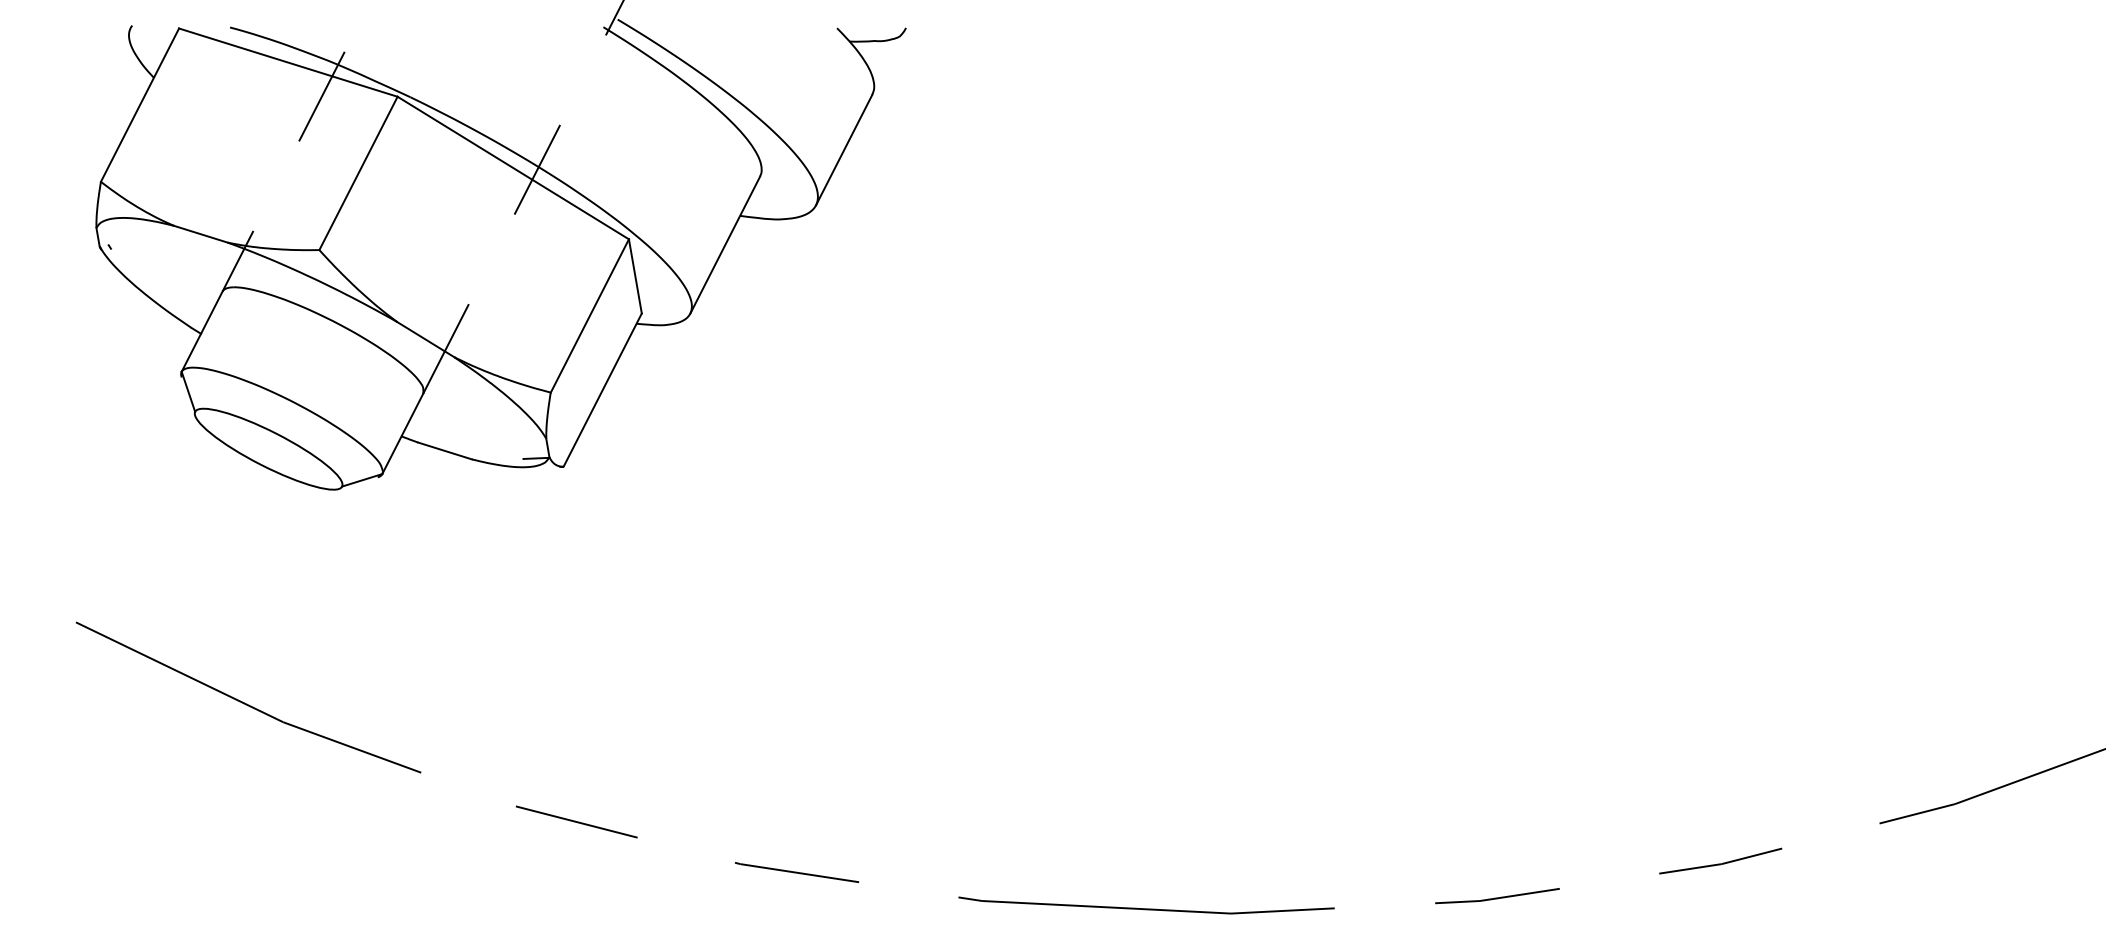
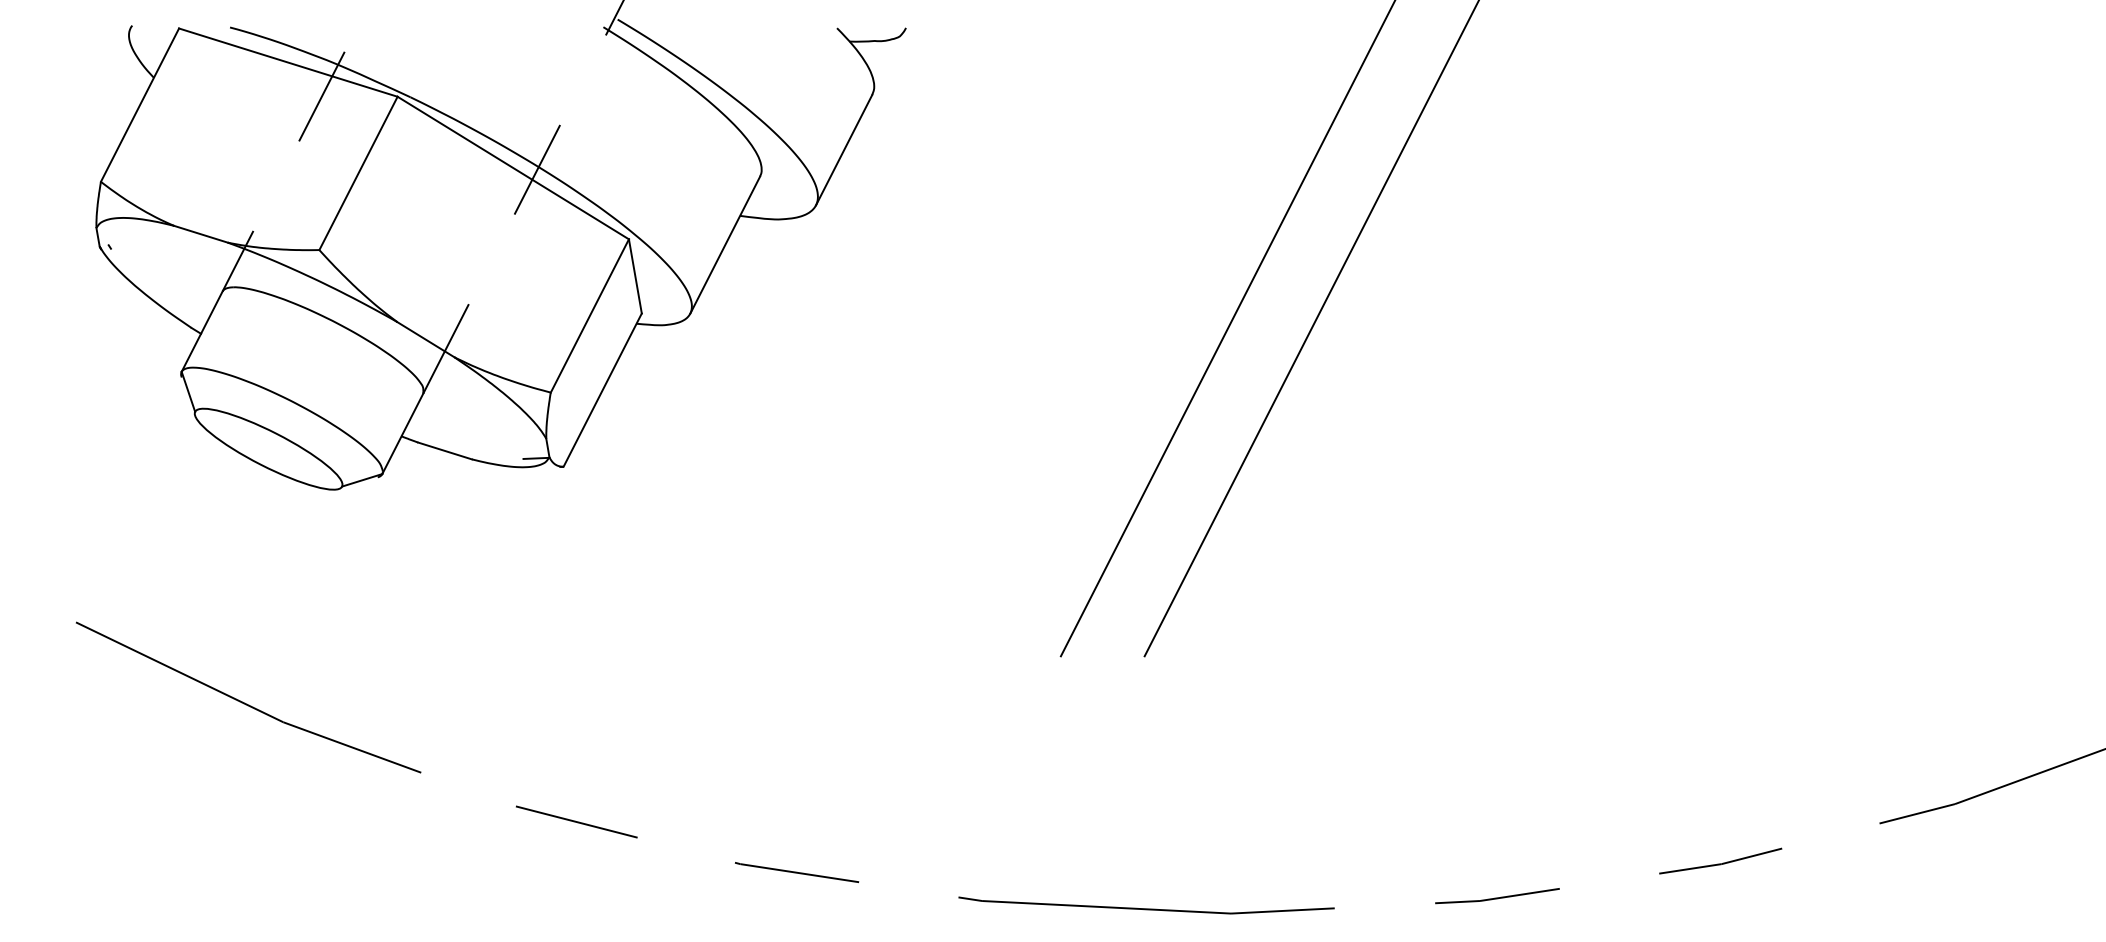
line at (1227, 329): none -> present
line at (1311, 329): none -> present
